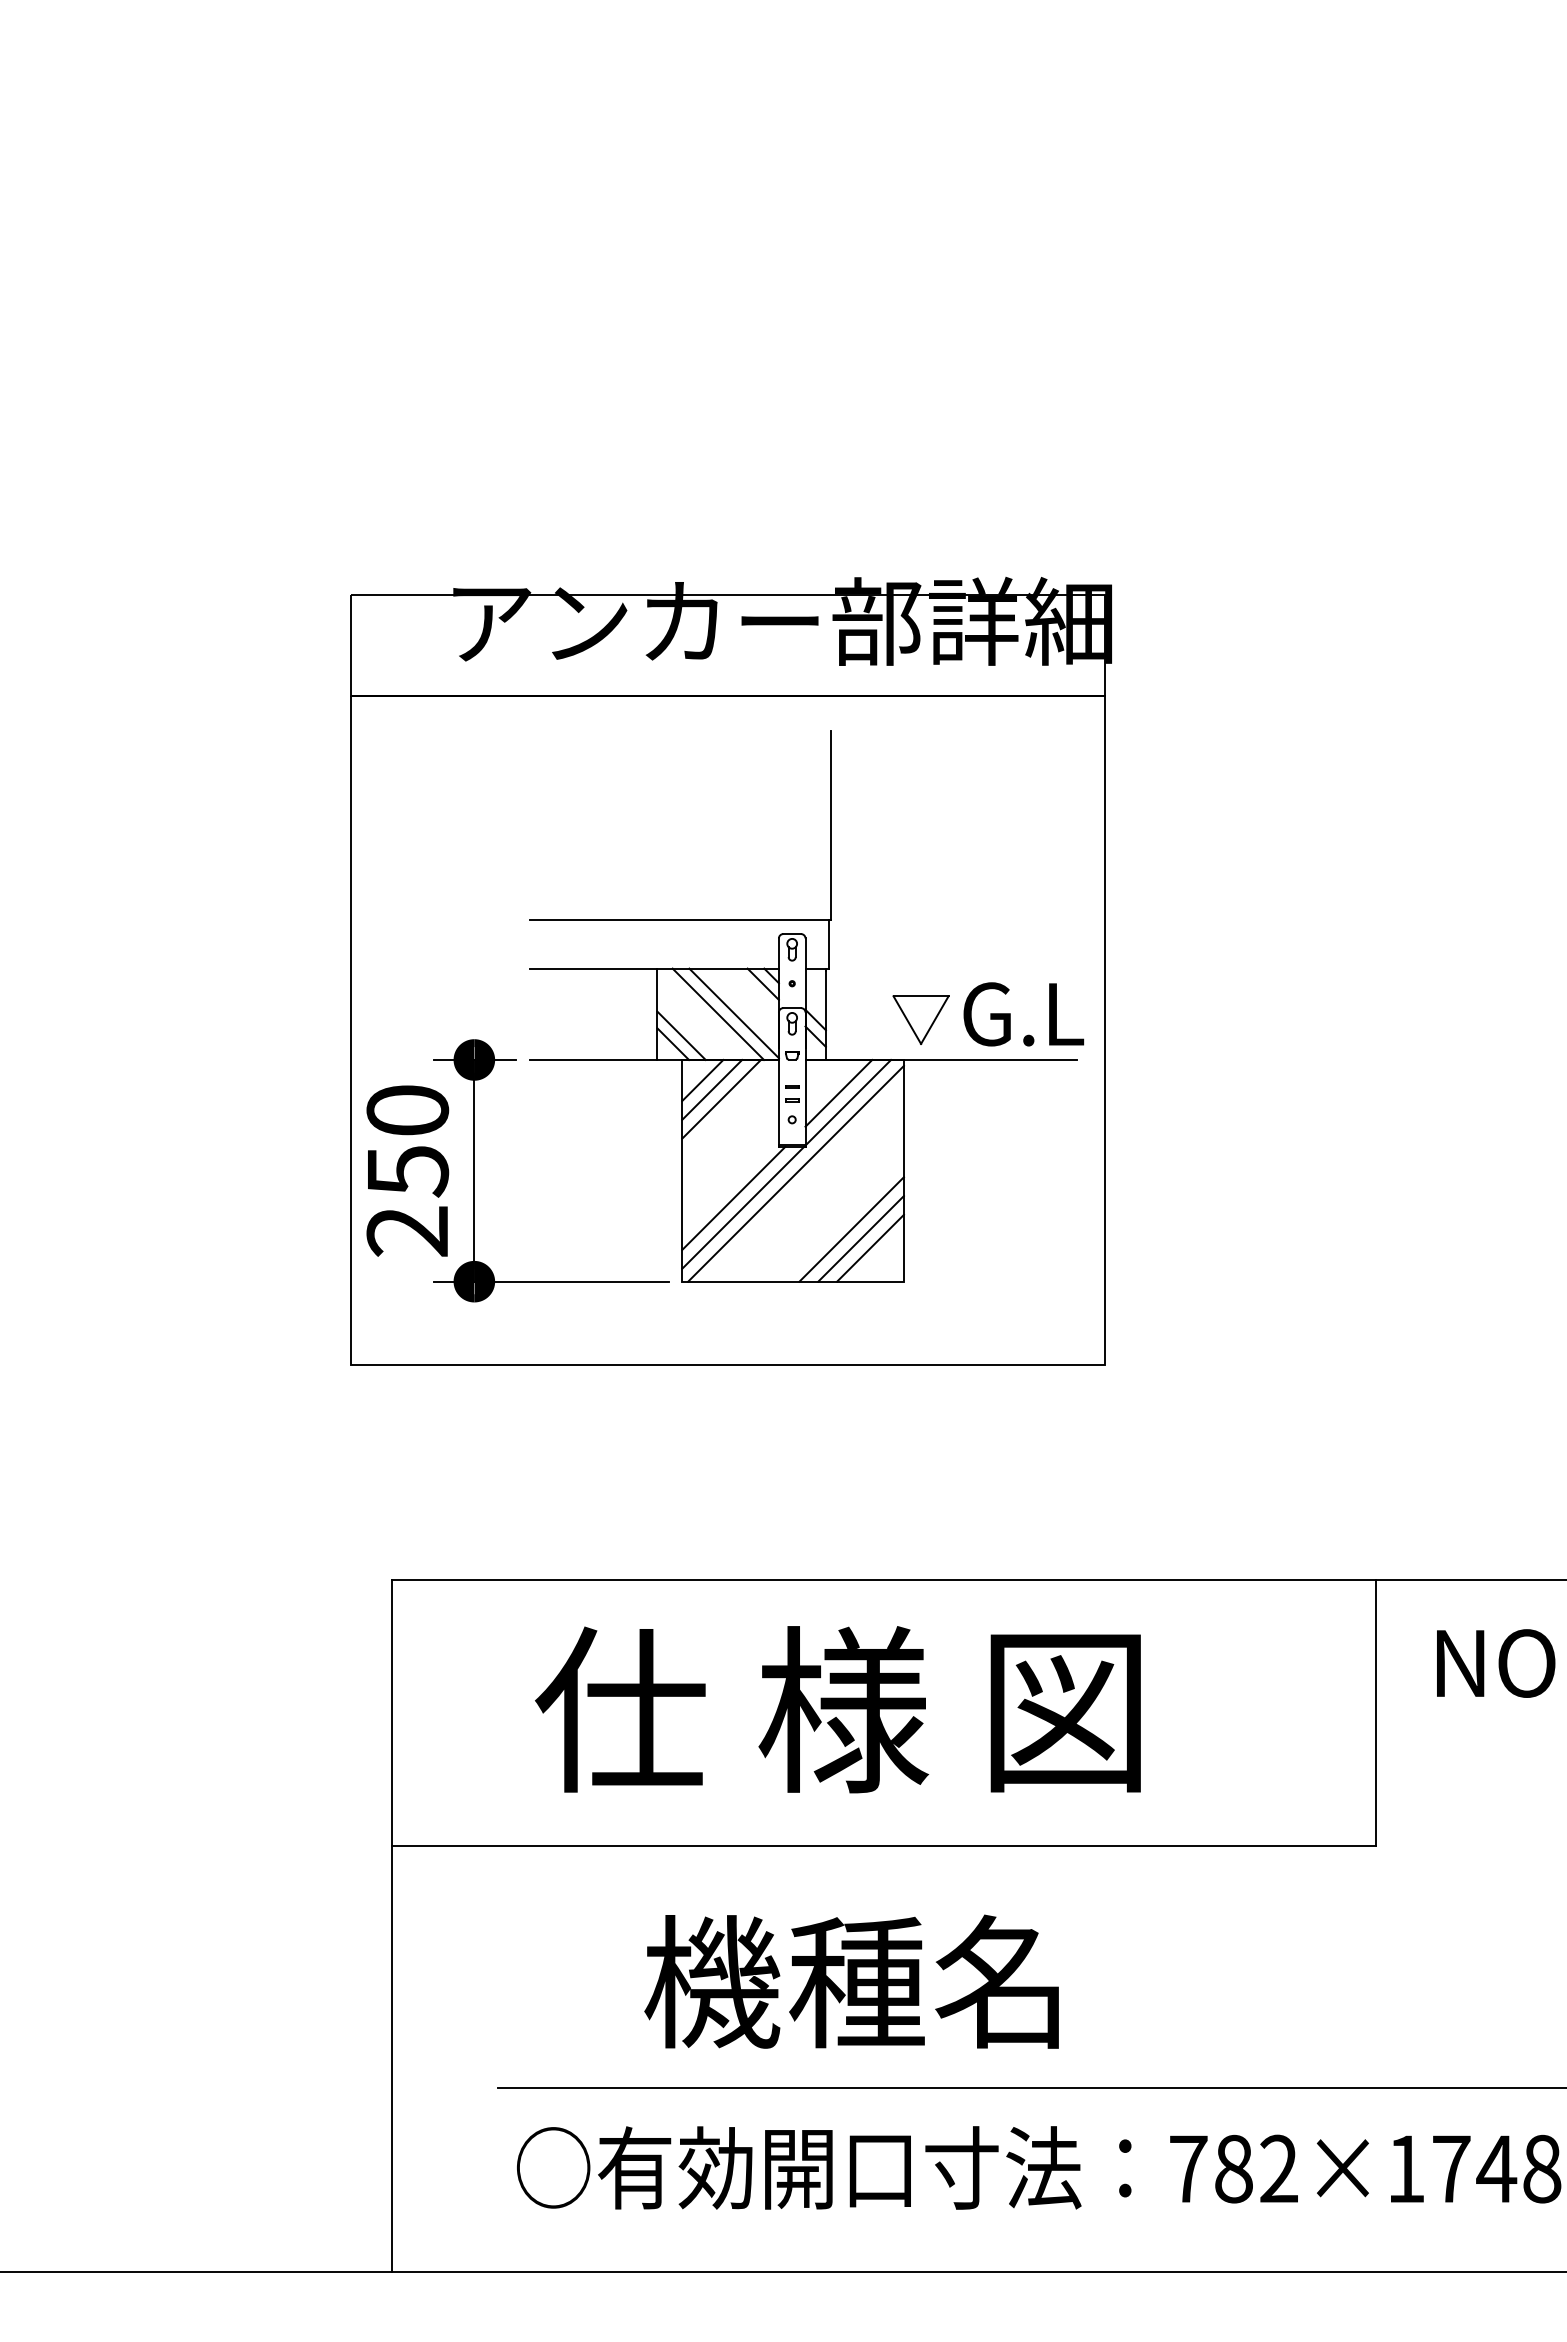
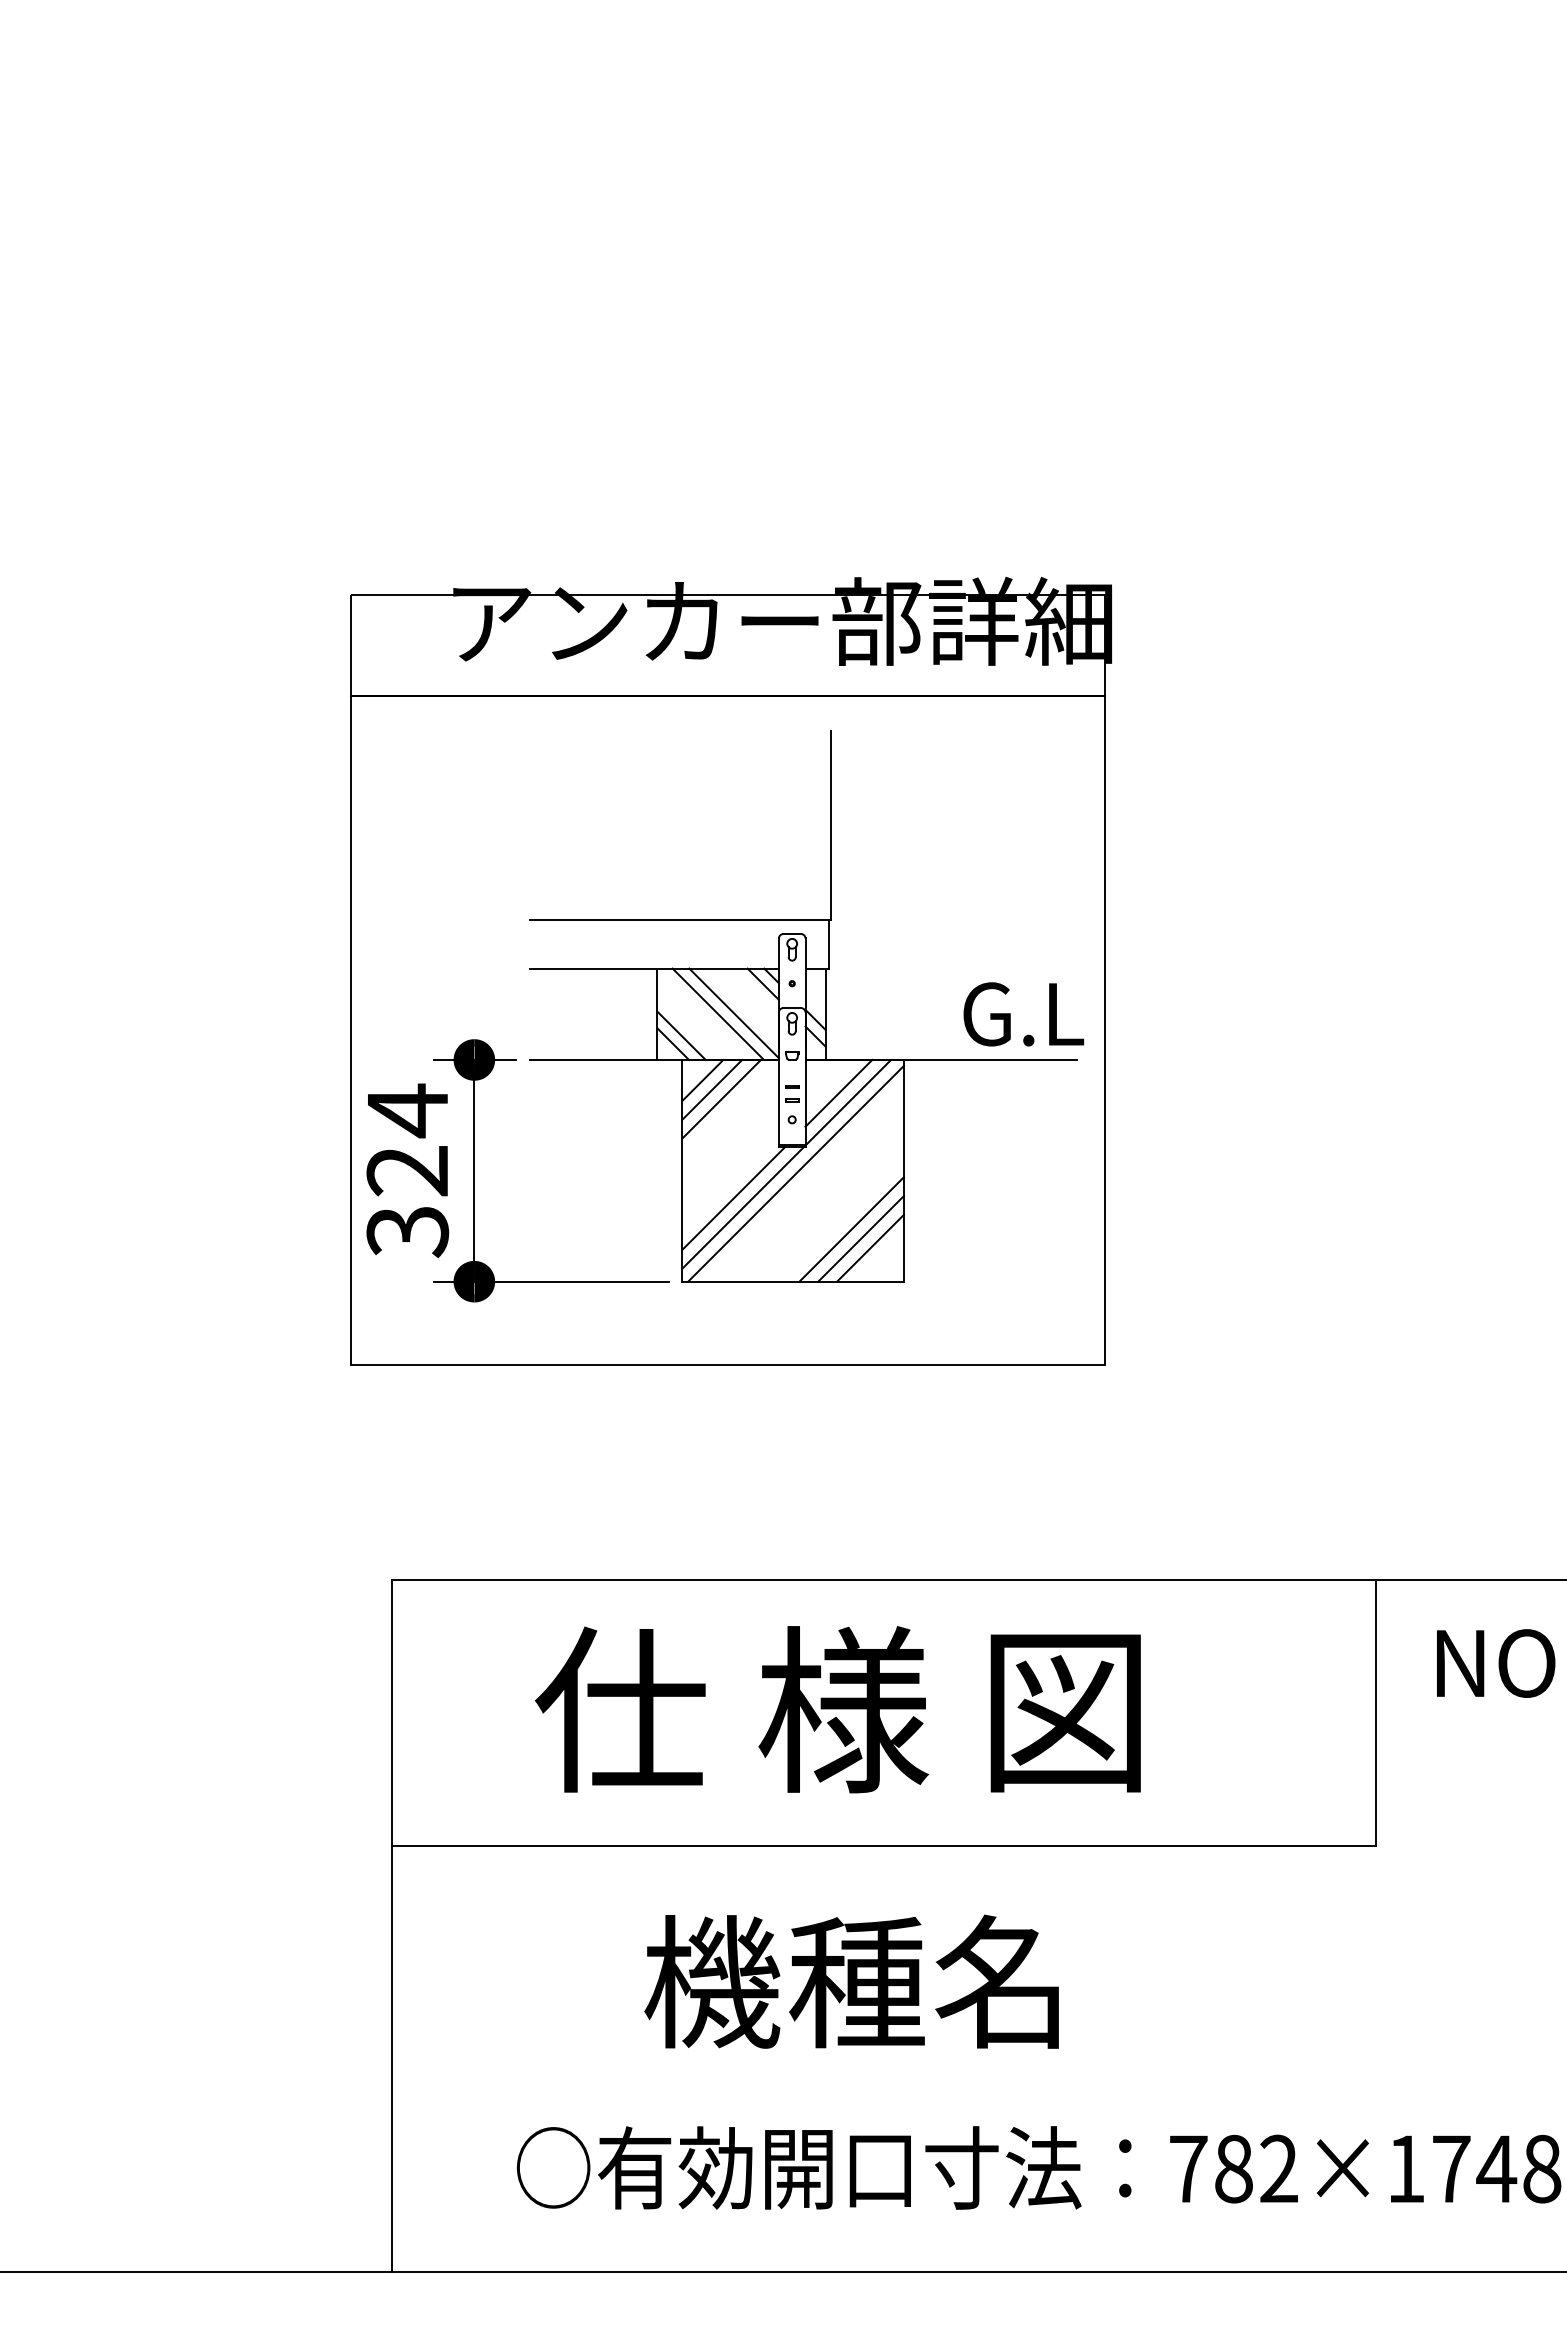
part at (920, 1019): present -> none
text at (407, 1170): 250 -> 324
line at (1030, 2088): present -> none
